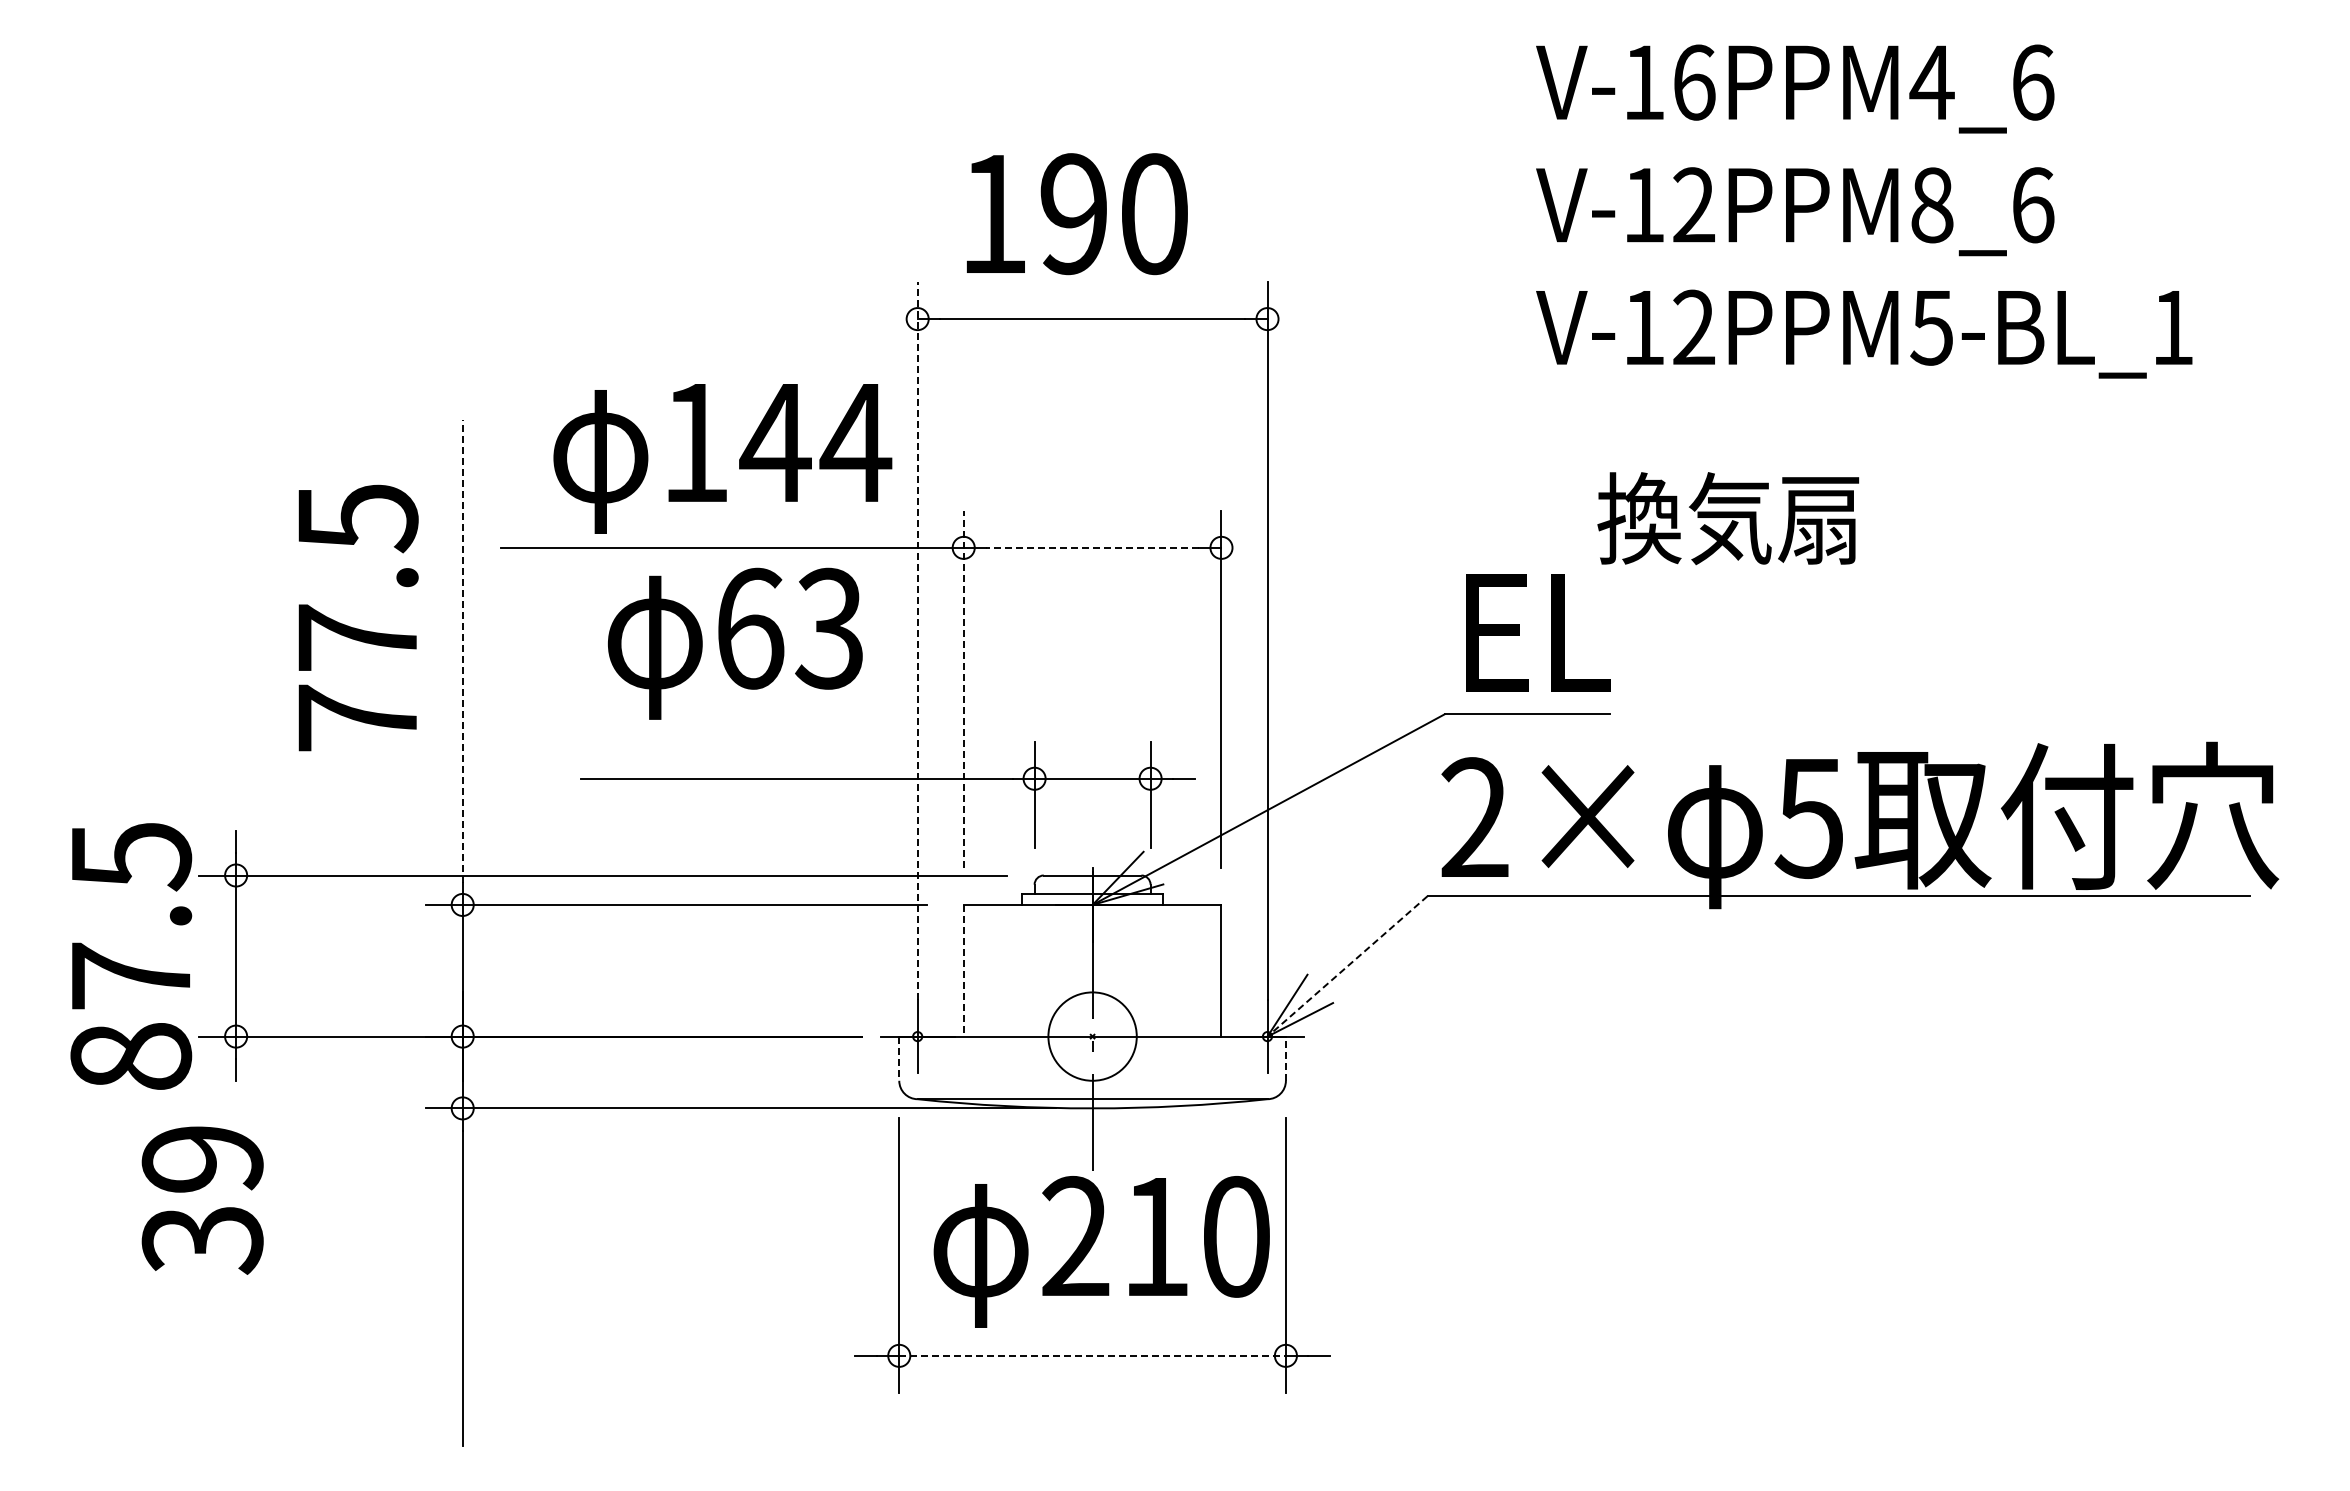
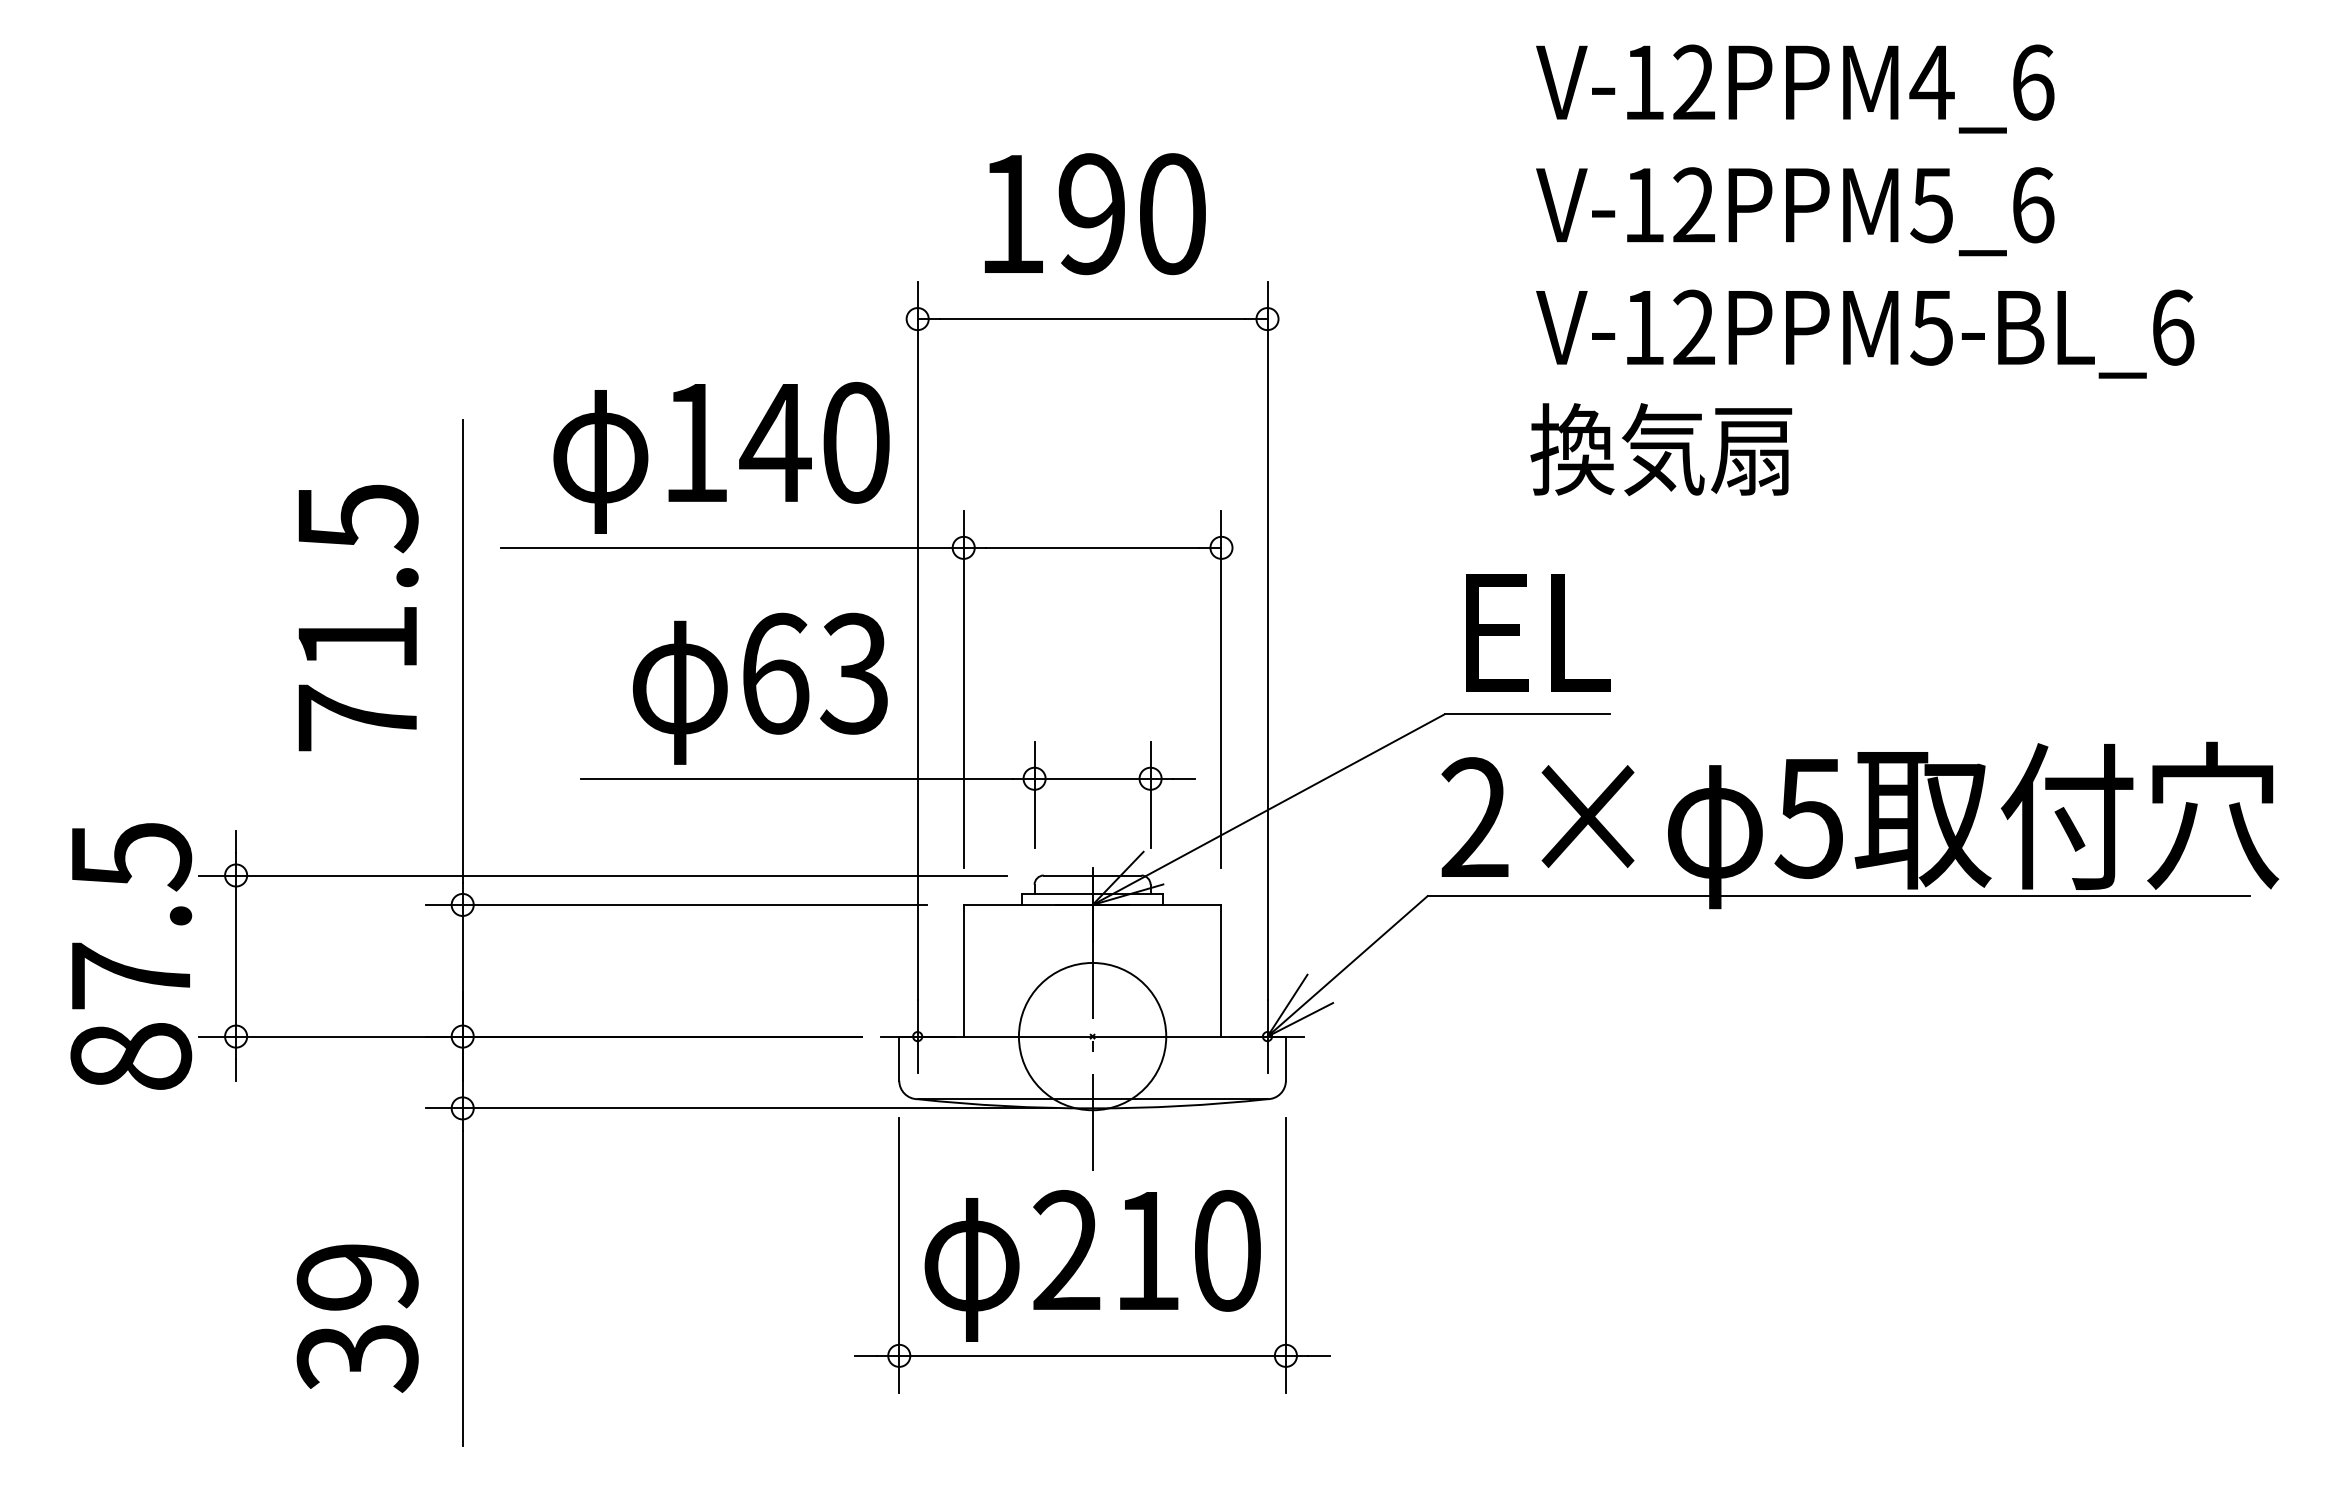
text at (1694, 82): V-16PPM4_6 -> V-12PPM4_6
text at (1931, 205): V-12PPM8_6 -> V-12PPM5_6
text at (1077, 214) position: (1077, 214) -> (1095, 214)
text at (2173, 327): V-12PPM5-BL_1 -> V-12PPM5-BL_6
text at (855, 442): 144 -> 140
text at (1728, 518) position: (1728, 518) -> (1661, 449)
line at (1092, 547): dashed -> solid
text at (357, 637): 77.5 -> 71.5
line at (917, 641): dashed -> solid
text at (735, 643) position: (735, 643) -> (760, 688)
line at (462, 651): dashed -> solid
line at (963, 689): dashed -> solid
line at (1347, 966): dashed -> solid
line at (963, 970): dashed -> solid
circle at (1092, 1036) diameter: 88 px -> 147 px
line at (1285, 1058): dashed -> solid
line at (899, 1059): dashed -> solid
text at (202, 1200) position: (202, 1200) -> (357, 1318)
text at (1101, 1251) position: (1101, 1251) -> (1092, 1265)
line at (1093, 1355): dashed -> solid
